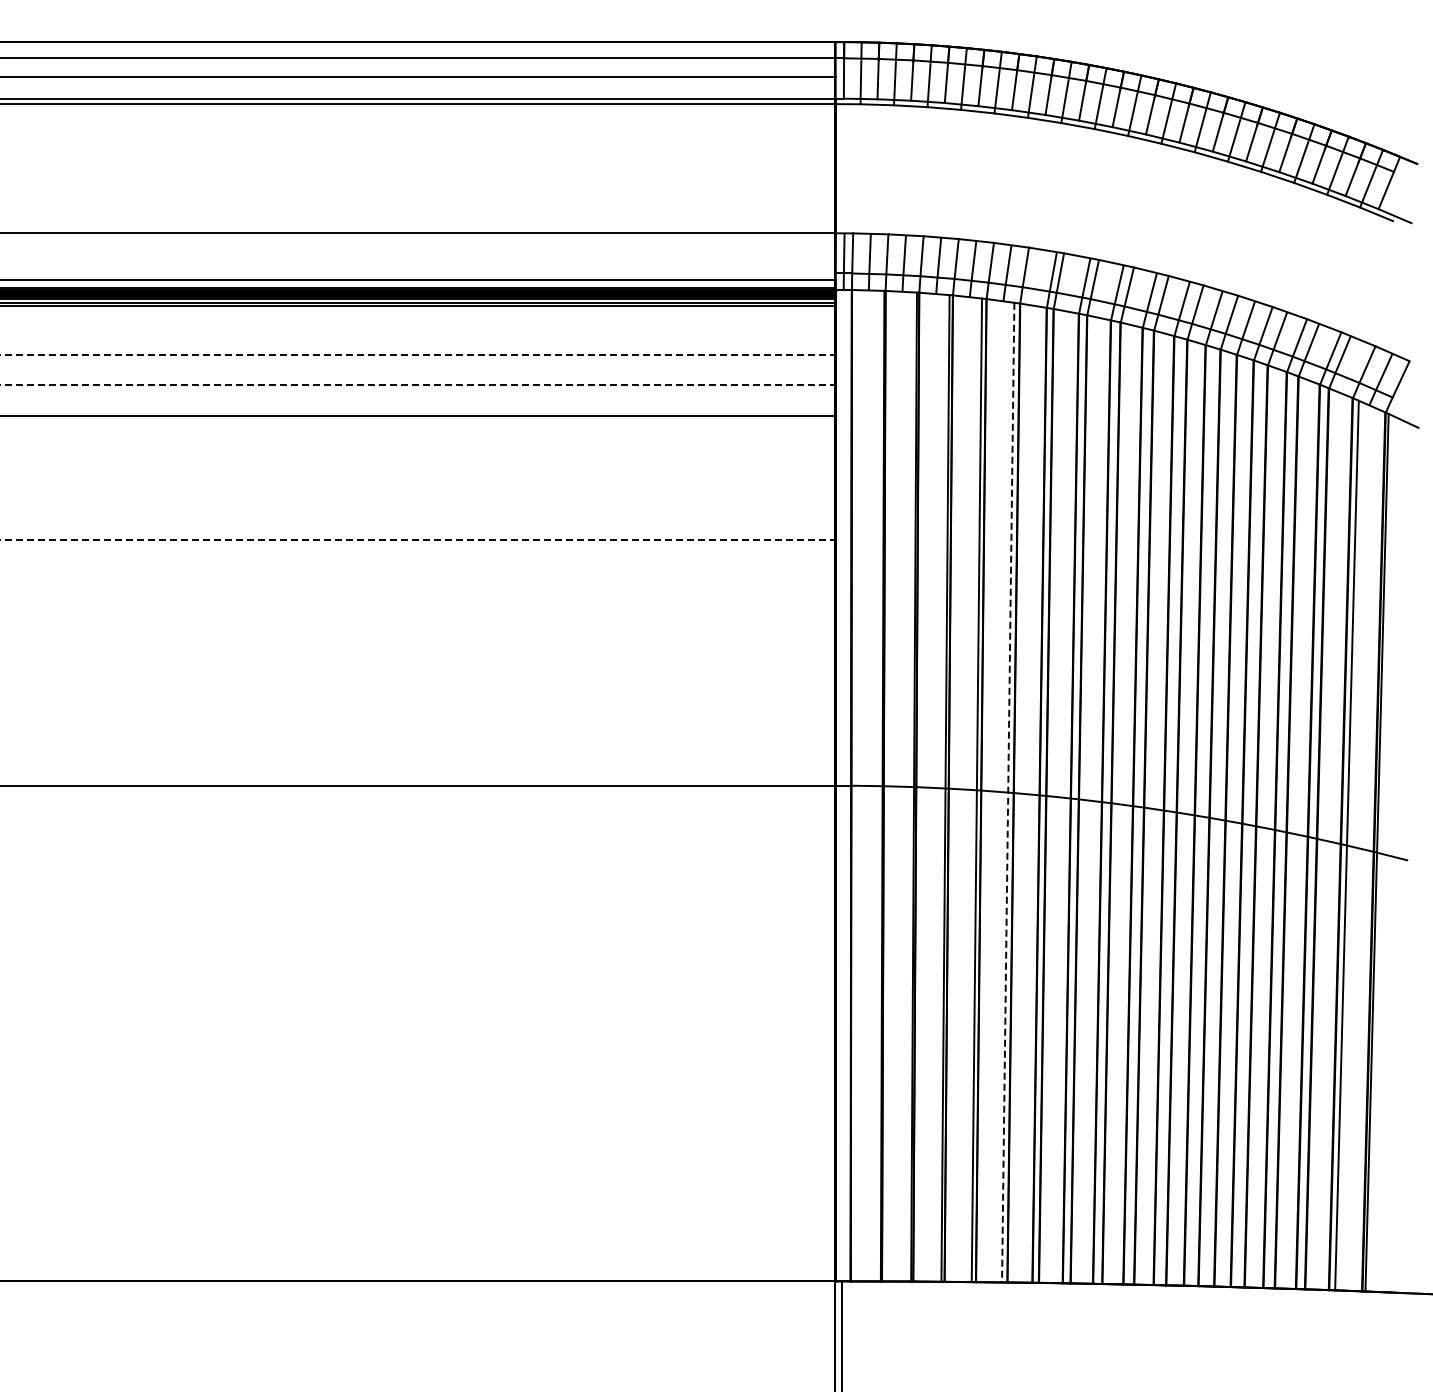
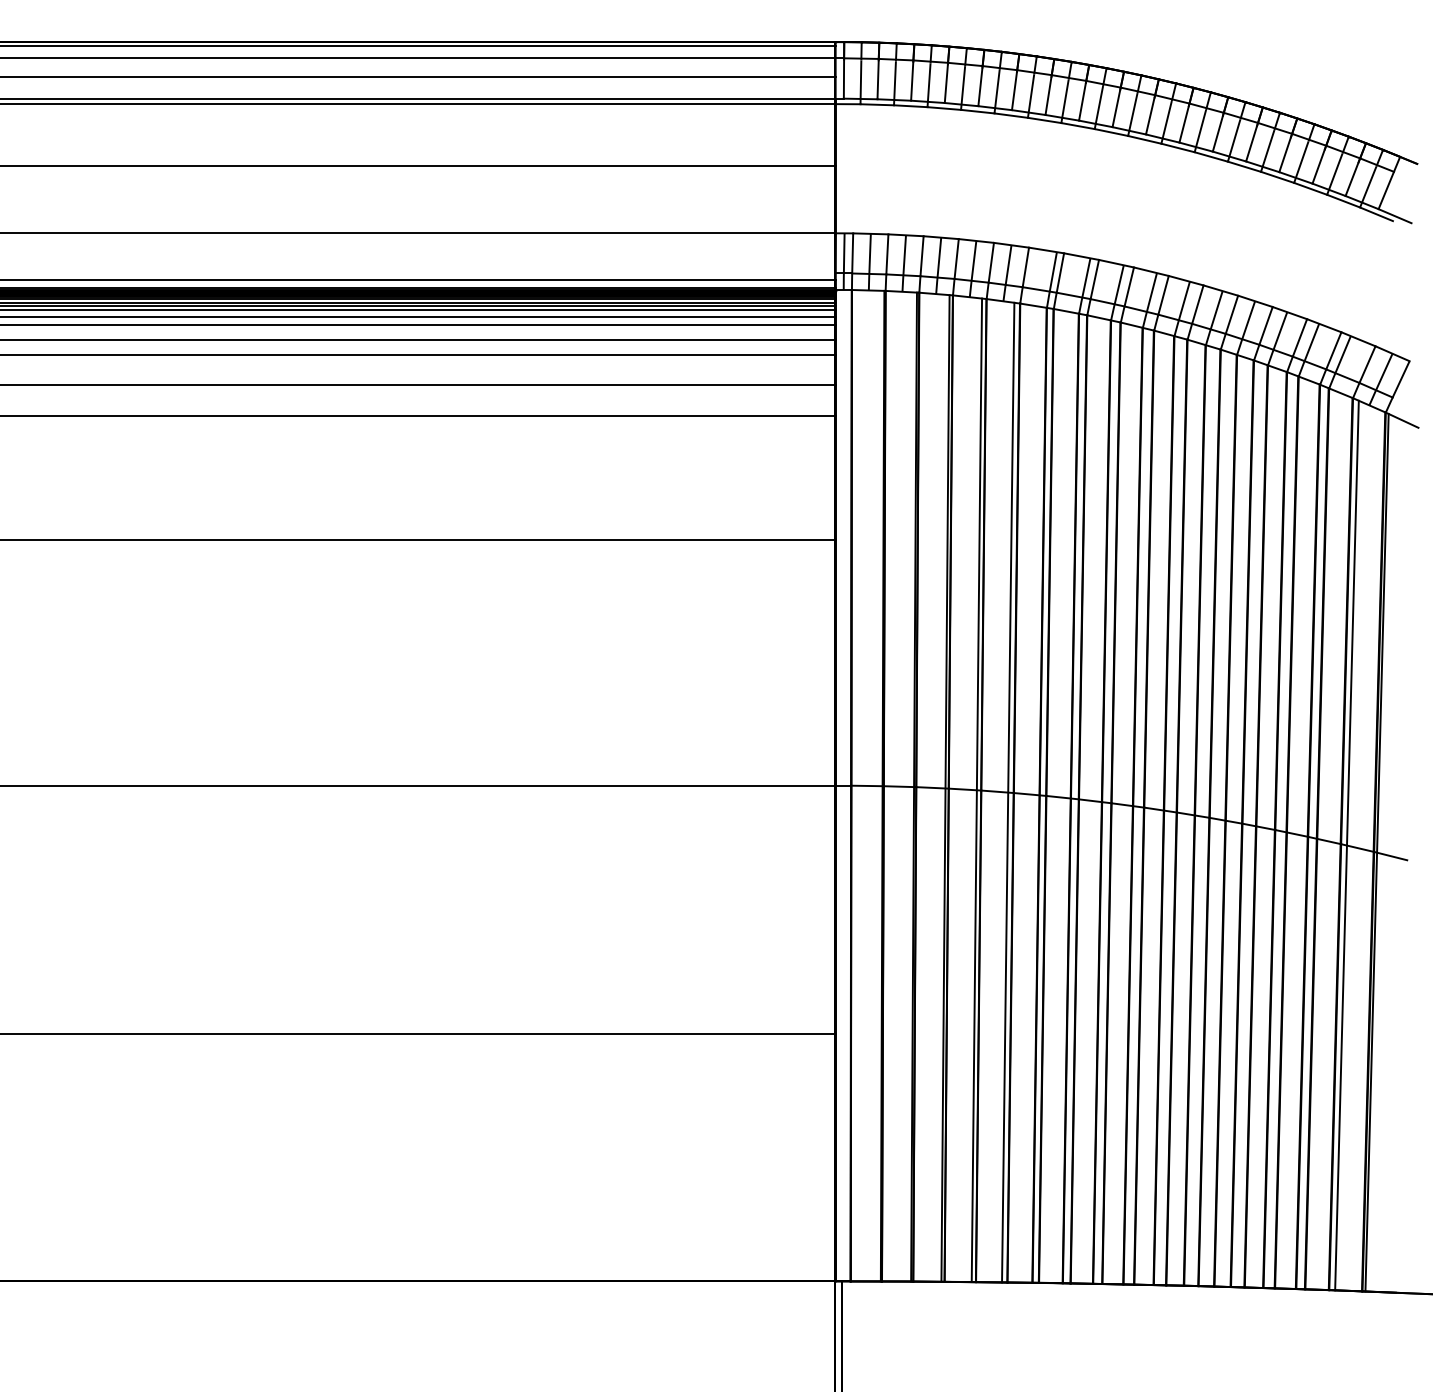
line at (418, 46): none -> present
line at (418, 166): none -> present
line at (418, 310): none -> present
line at (418, 317): none -> present
line at (418, 324): none -> present
line at (418, 339): none -> present
line at (418, 354): dashed -> solid
line at (418, 385): dashed -> solid
line at (418, 539): dashed -> solid
line at (1008, 792): dashed -> solid
line at (418, 1033): none -> present
